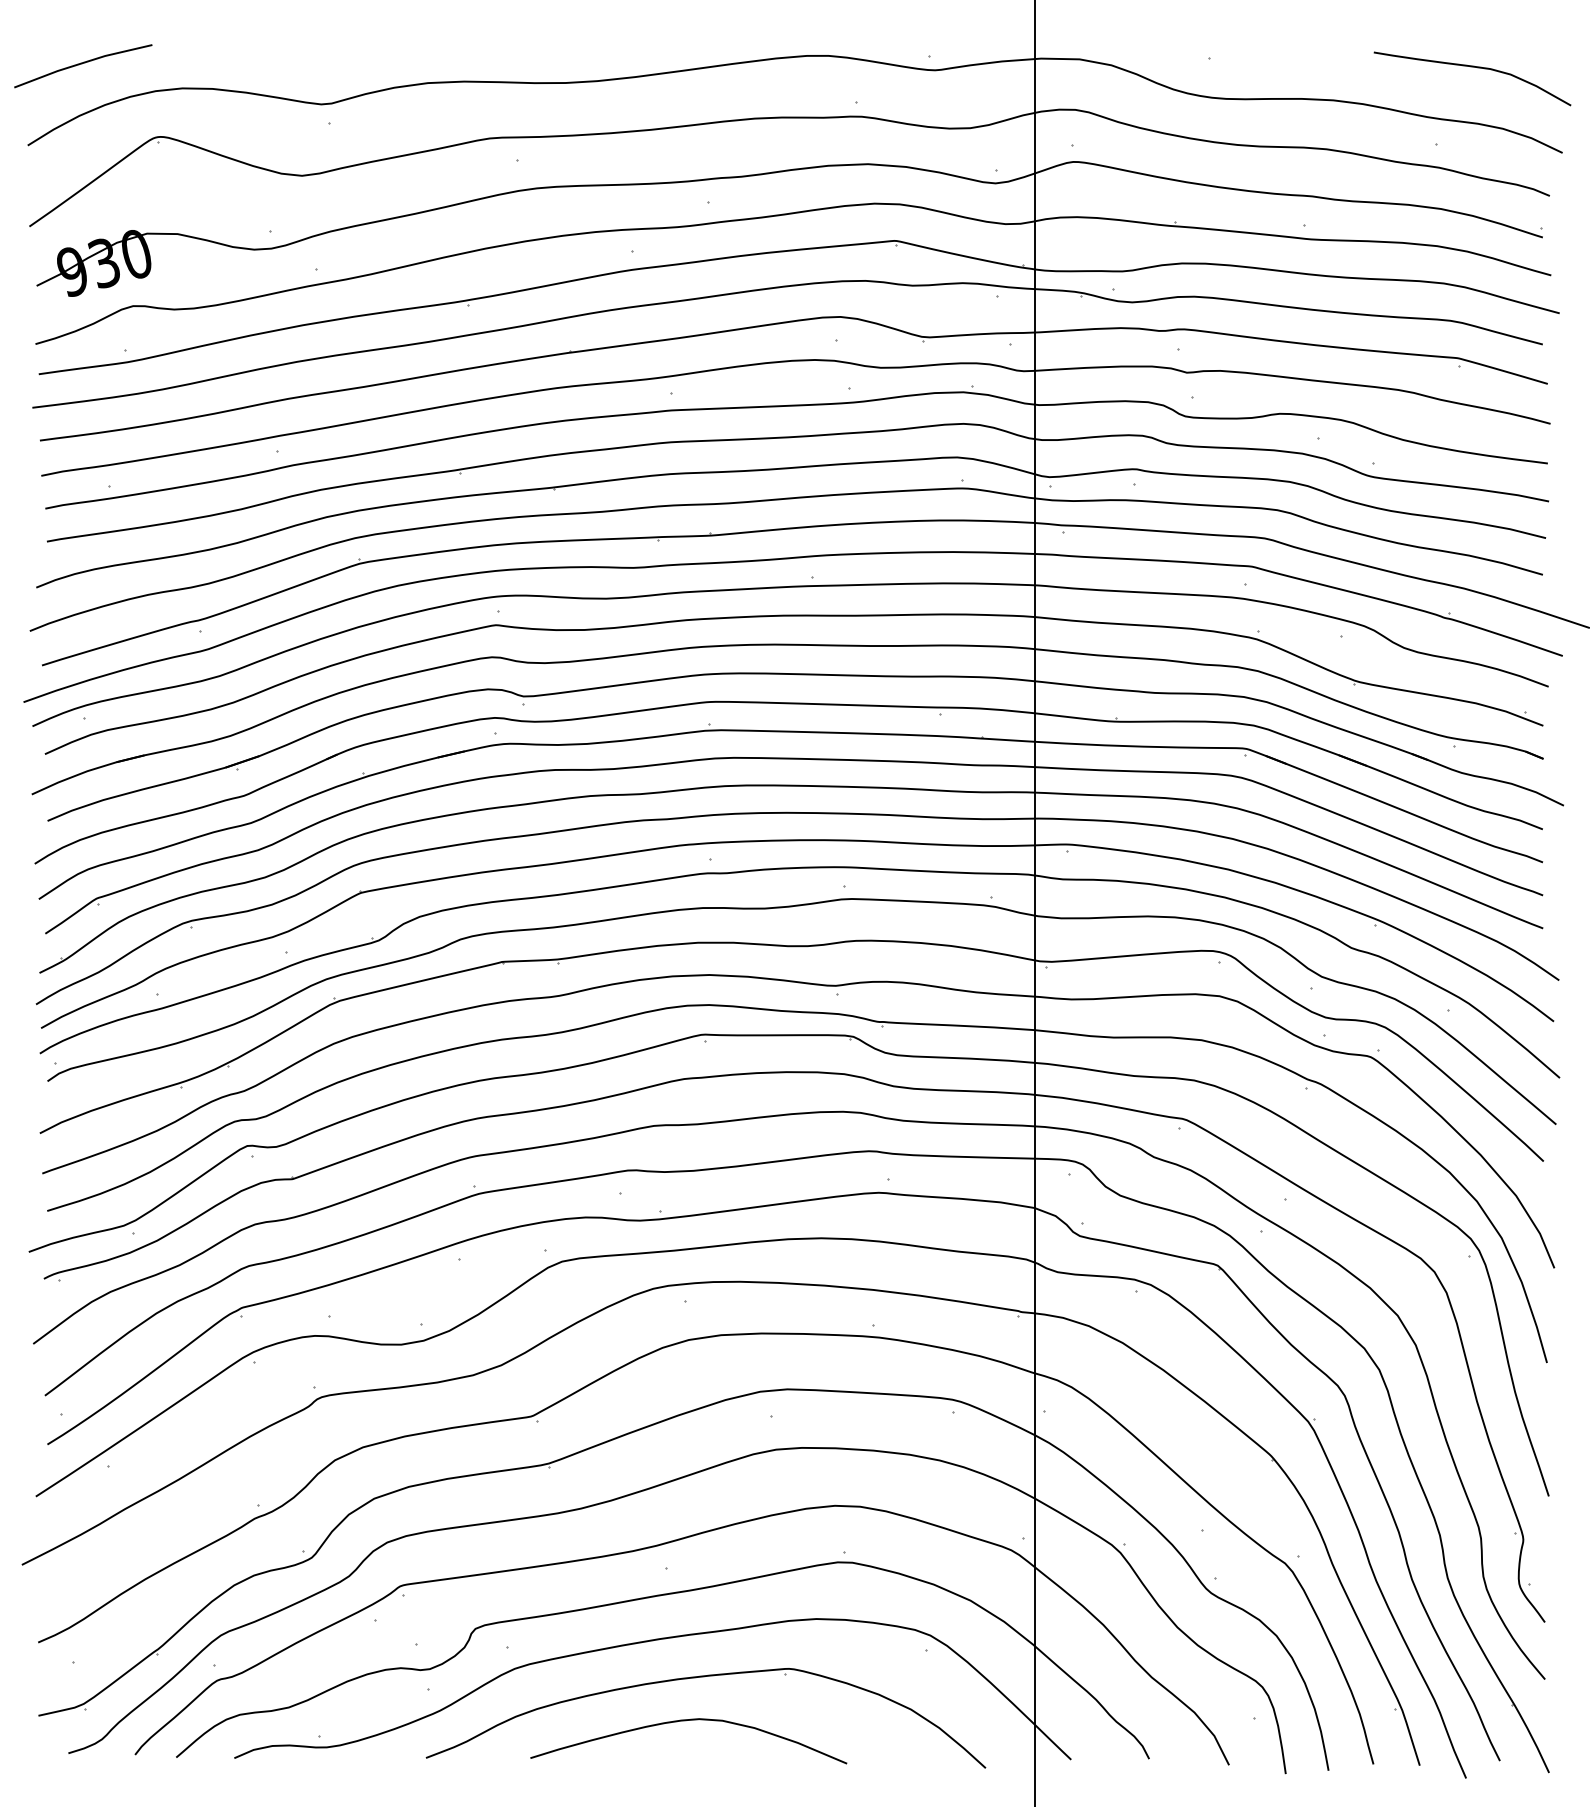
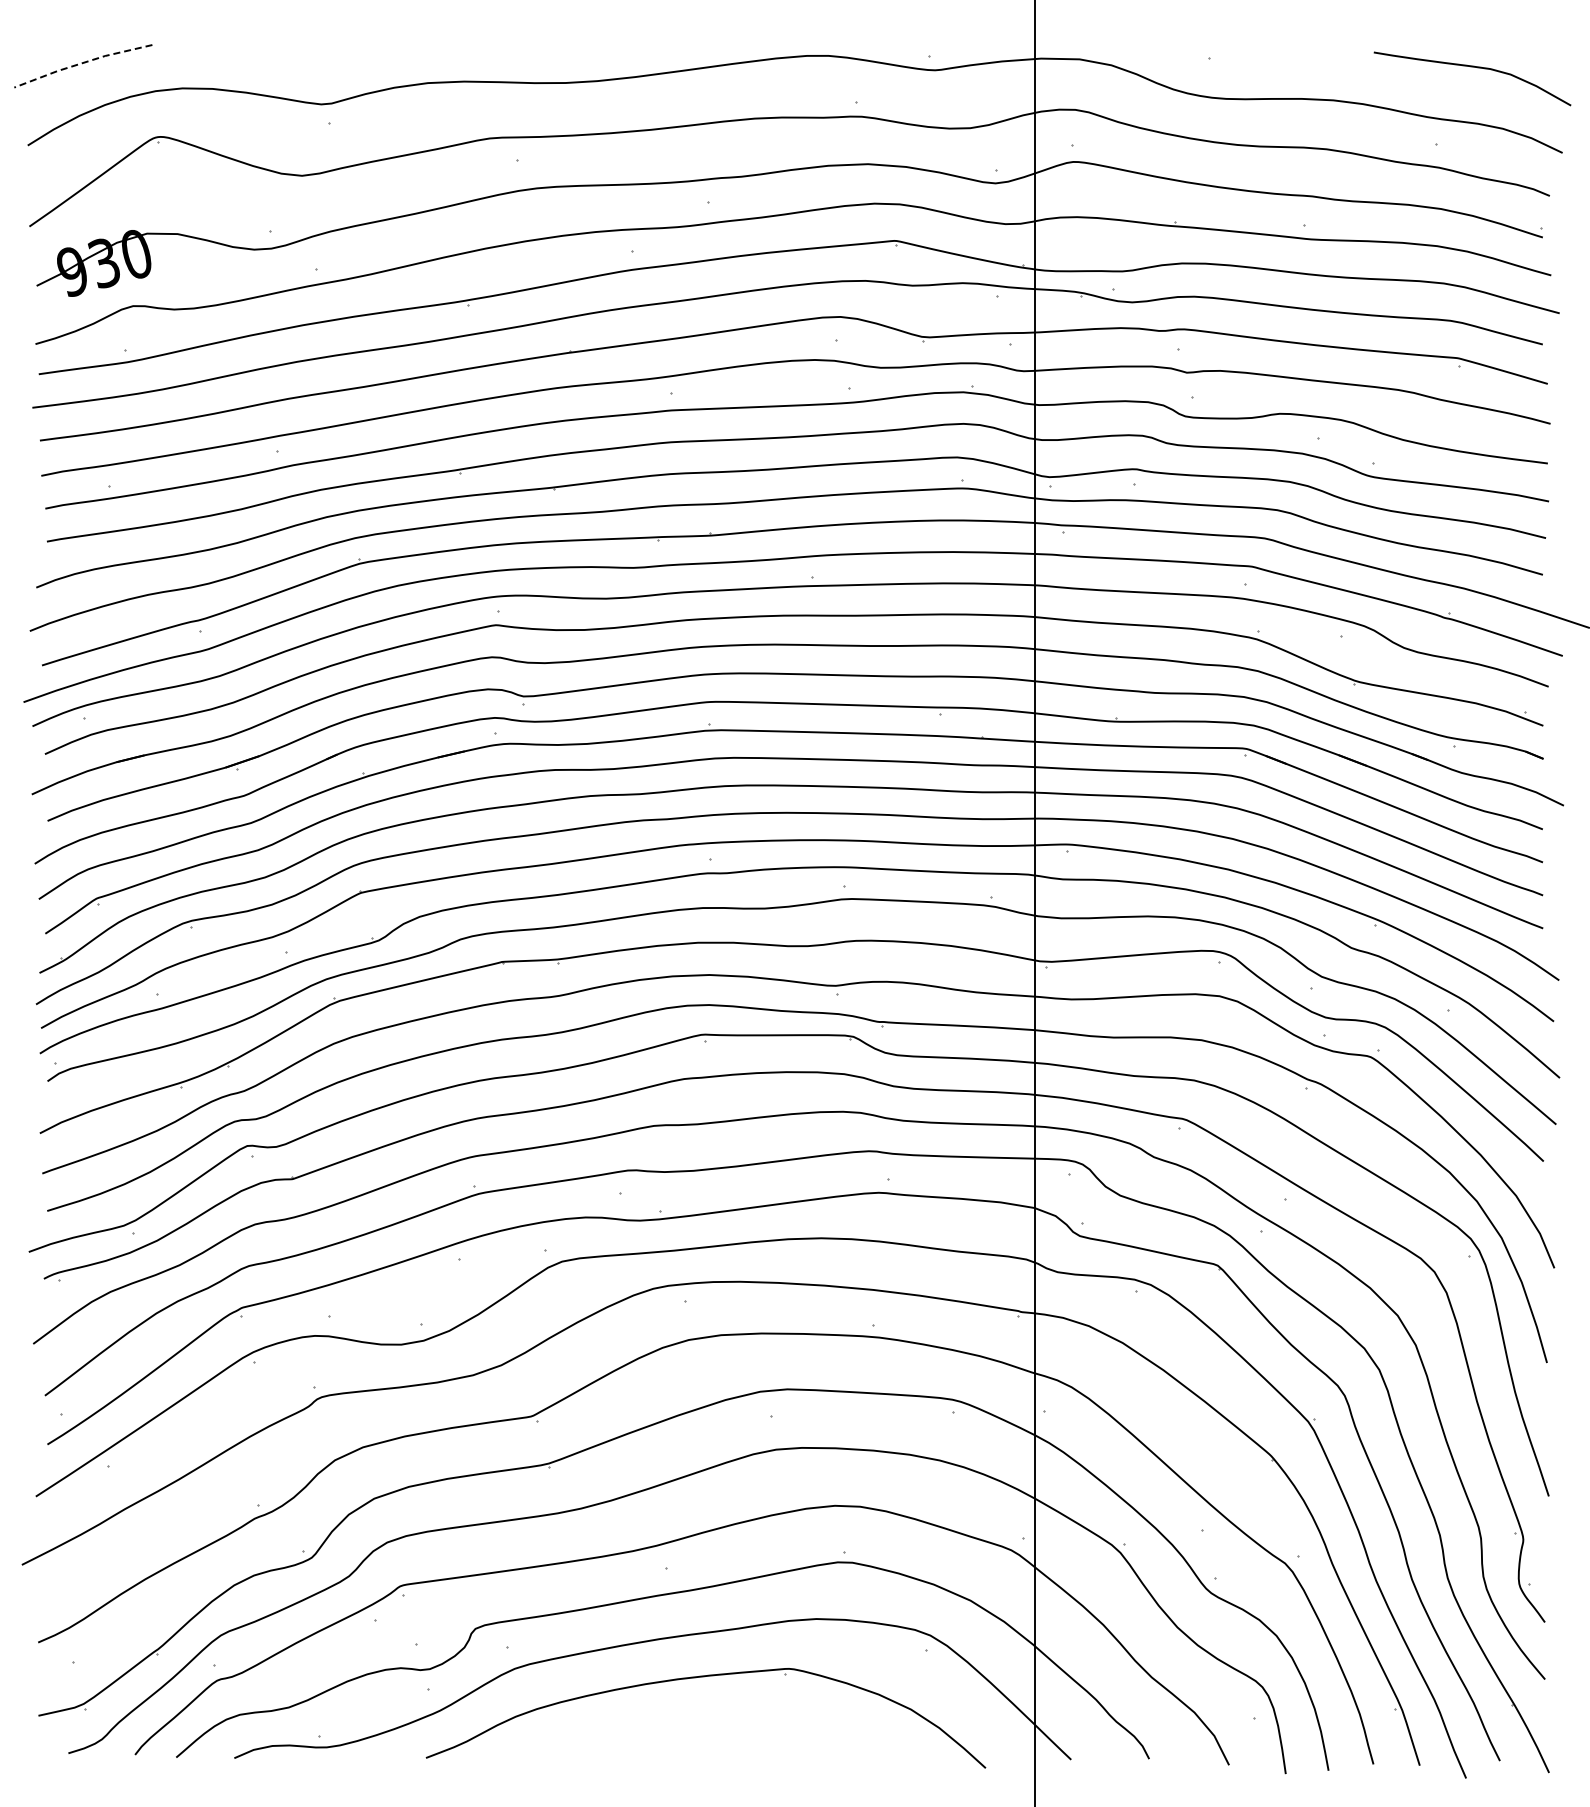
line at (82, 63): solid -> dashed
curve at (686, 1721): present -> none
